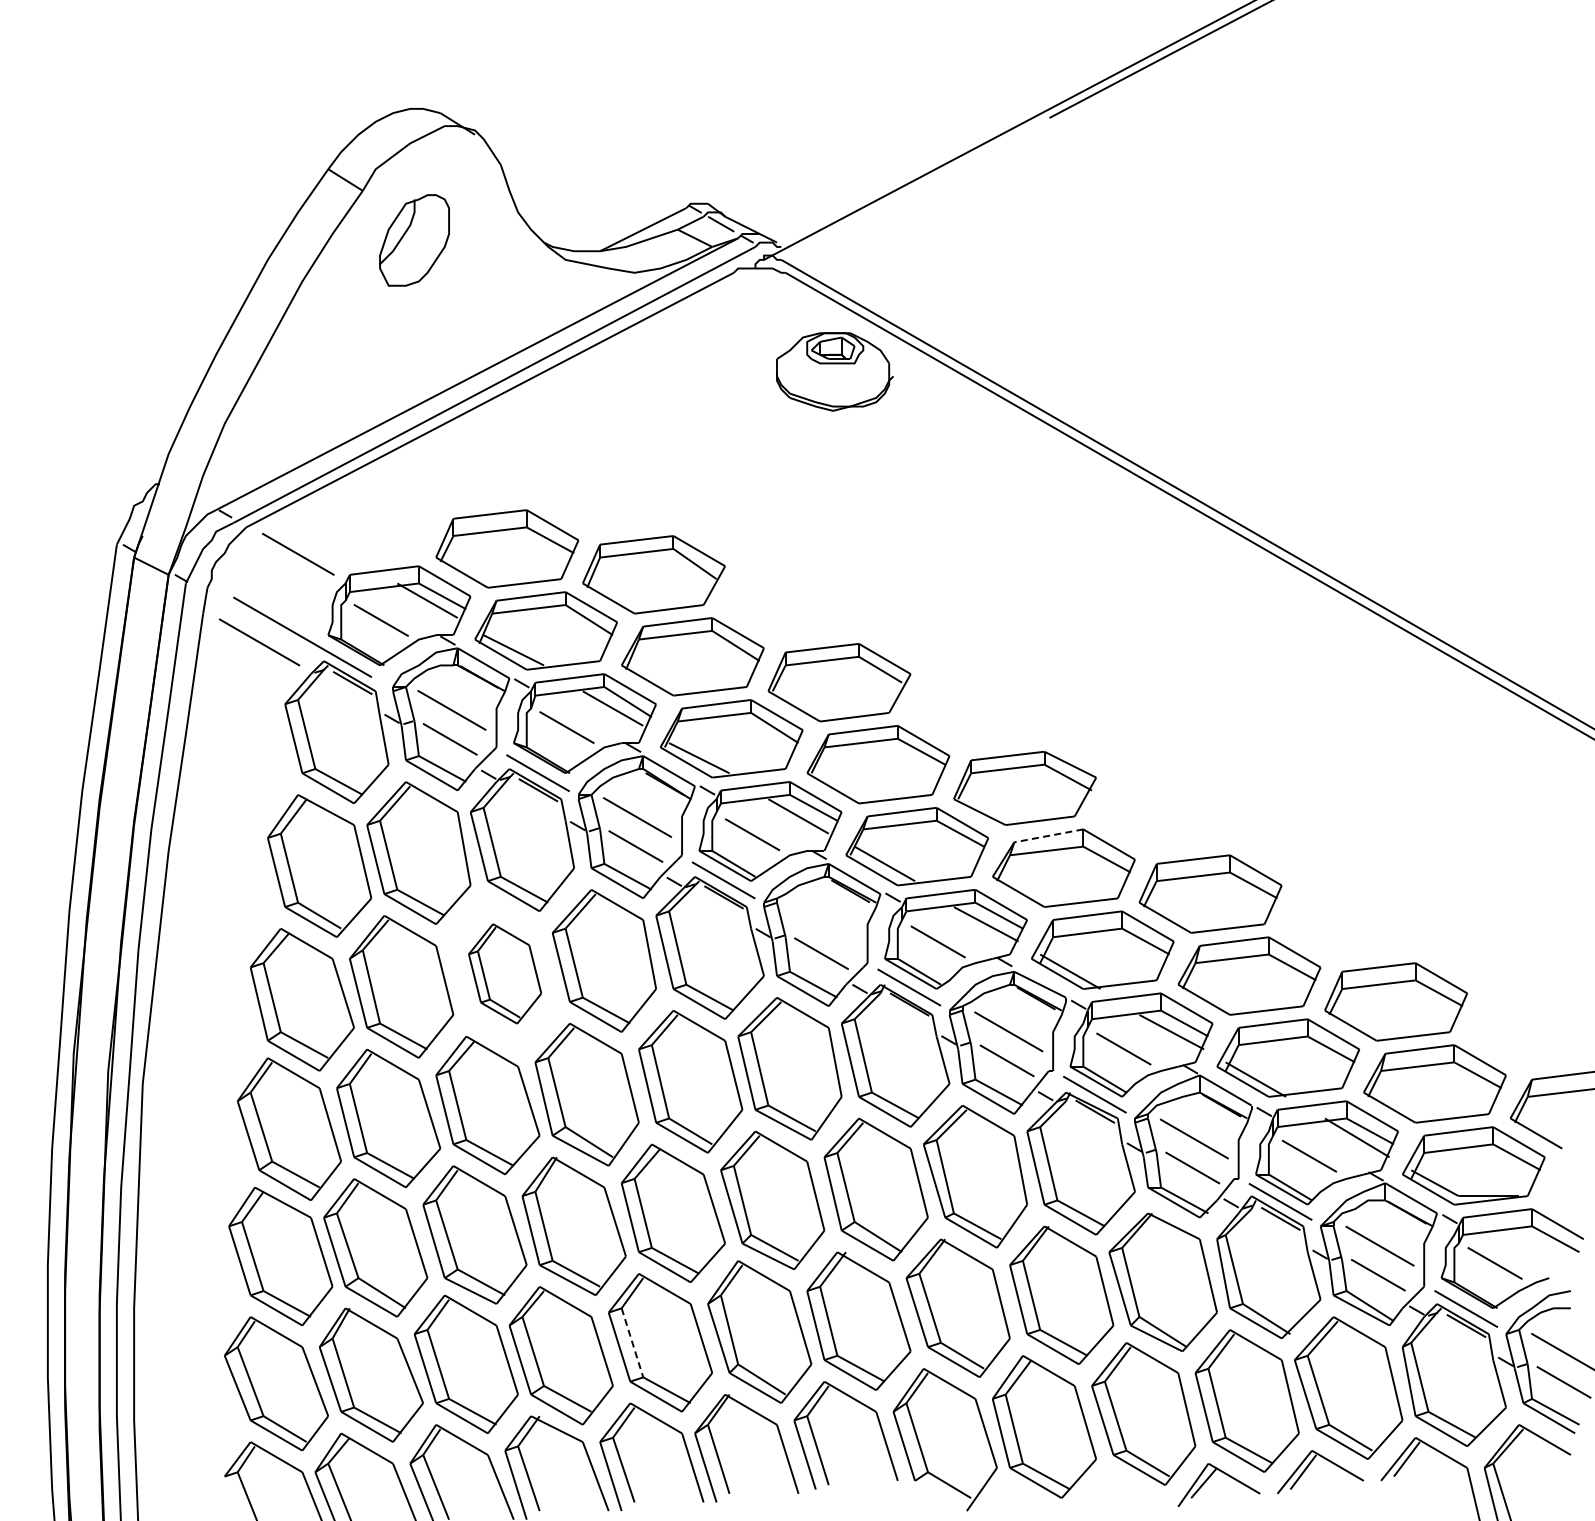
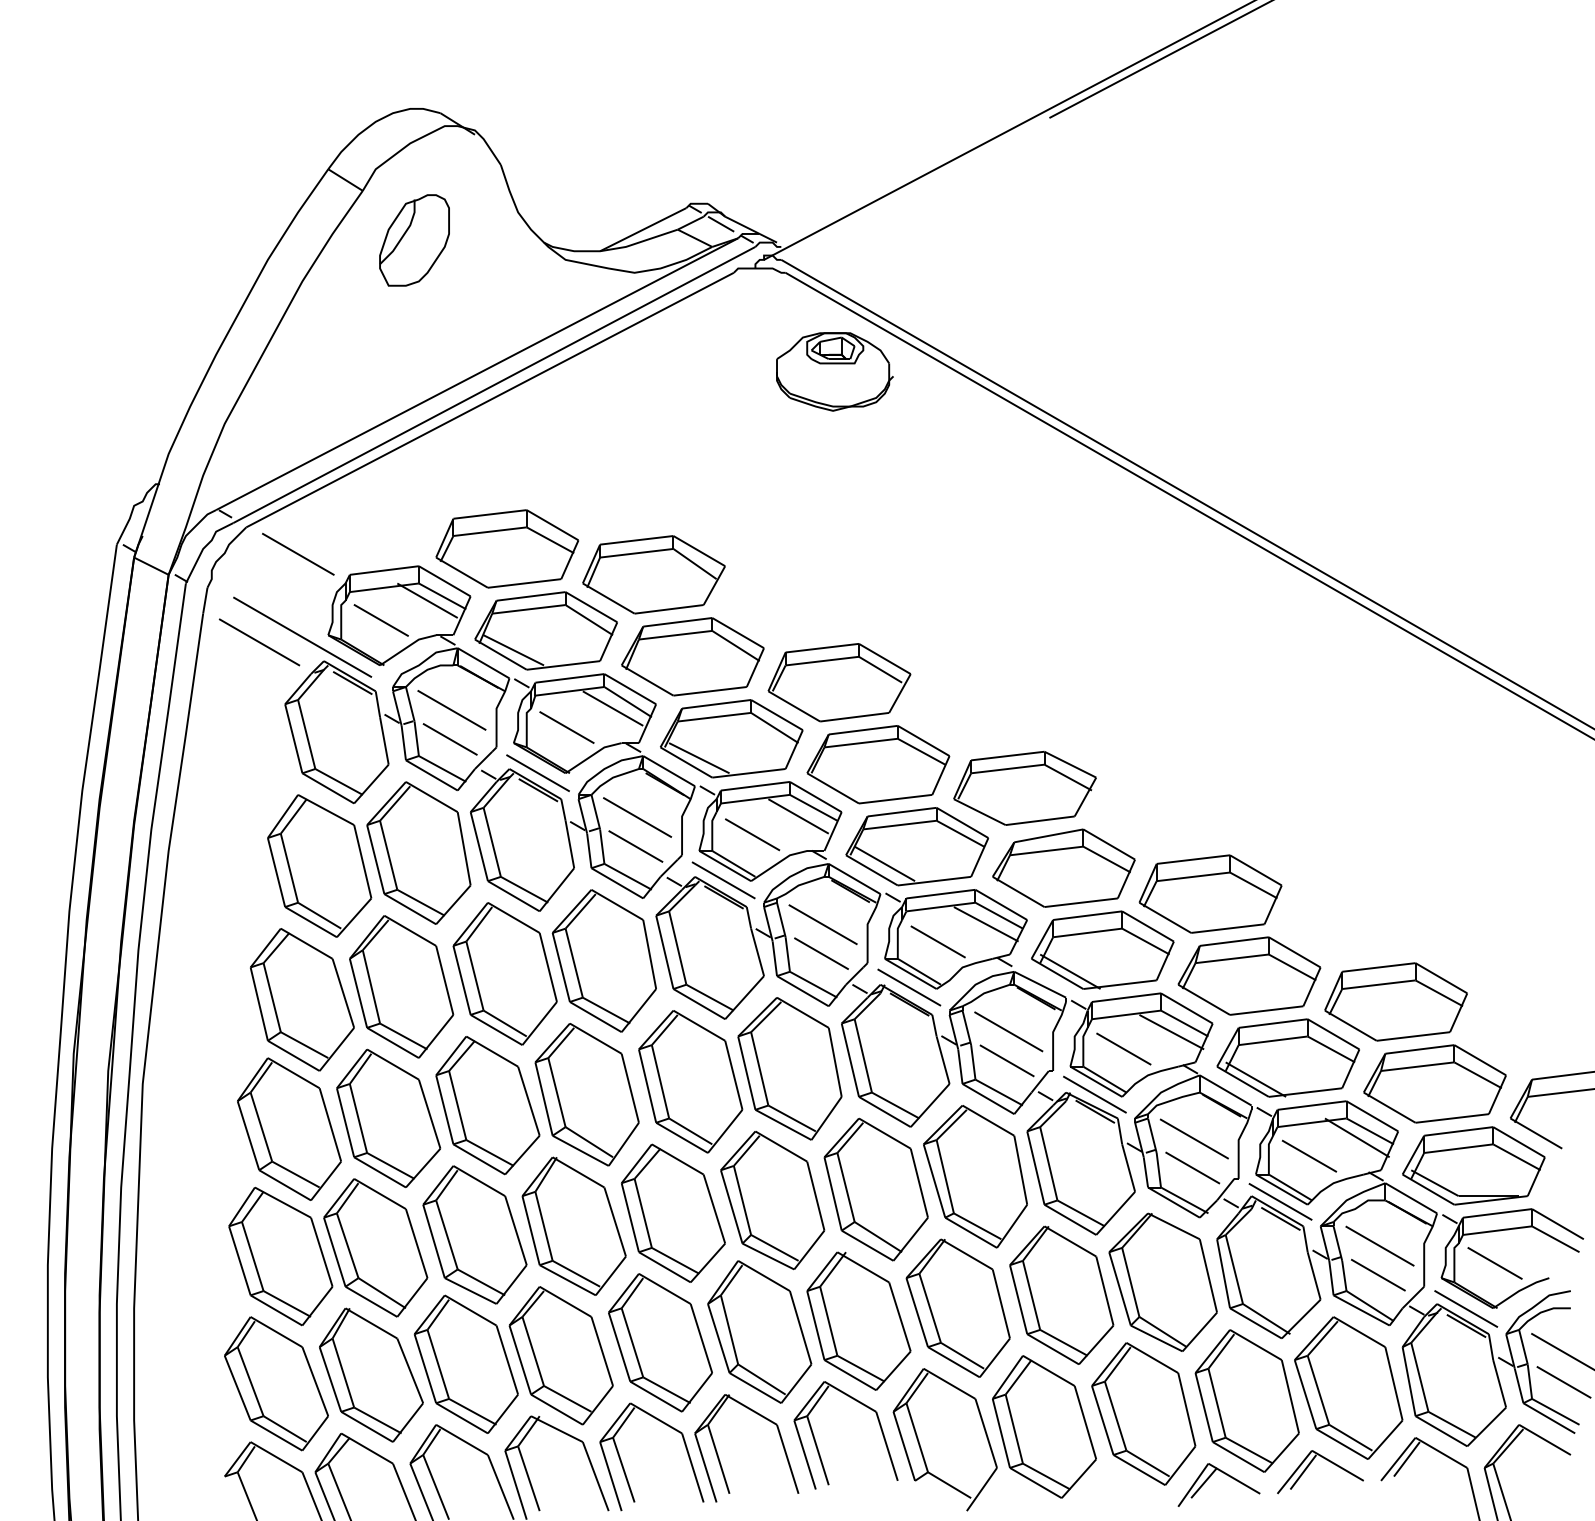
line at (1048, 835): dashed -> solid
line at (822, 924): none -> present
part at (504, 973) size: 74x102 px -> 106x144 px
line at (632, 1343): dashed -> solid
